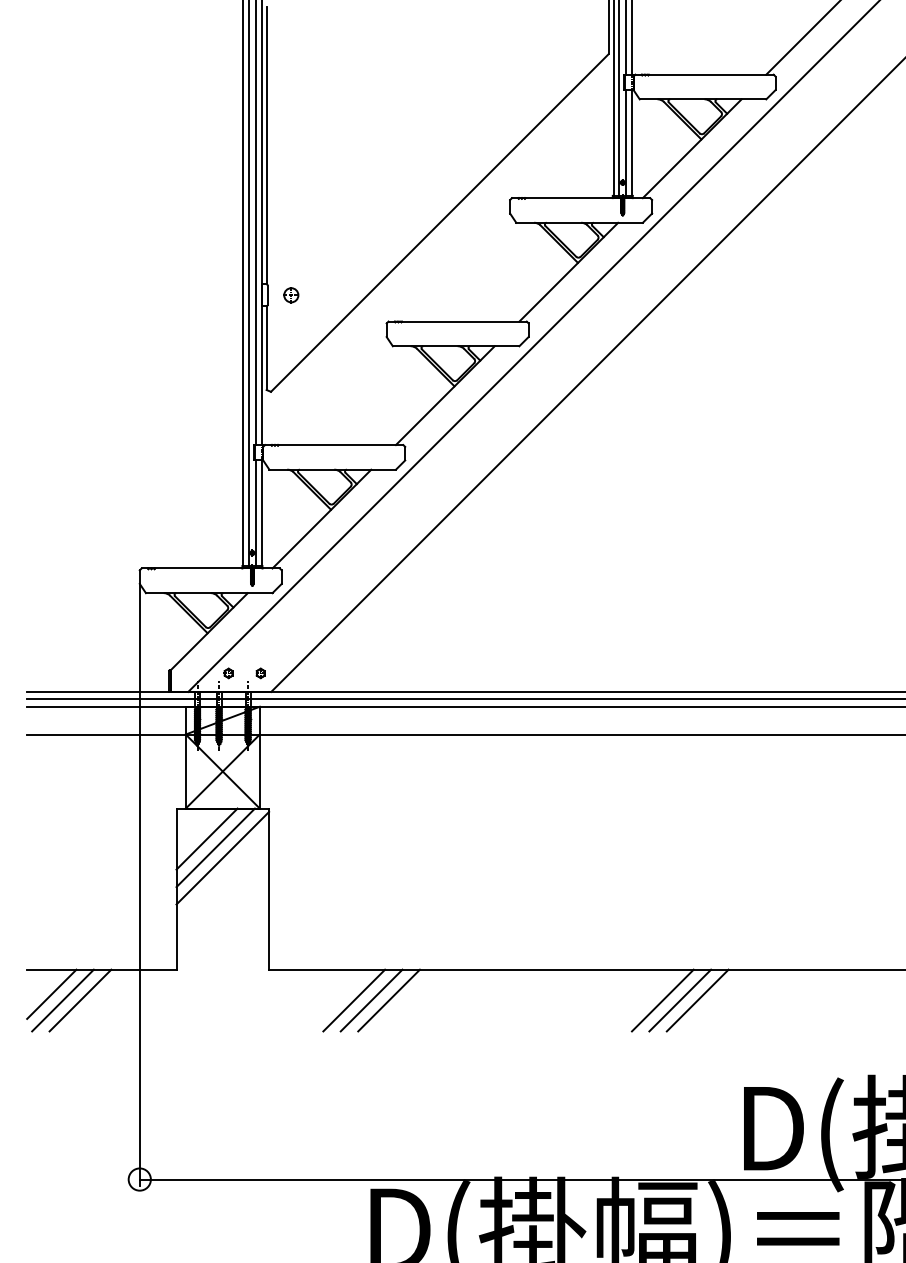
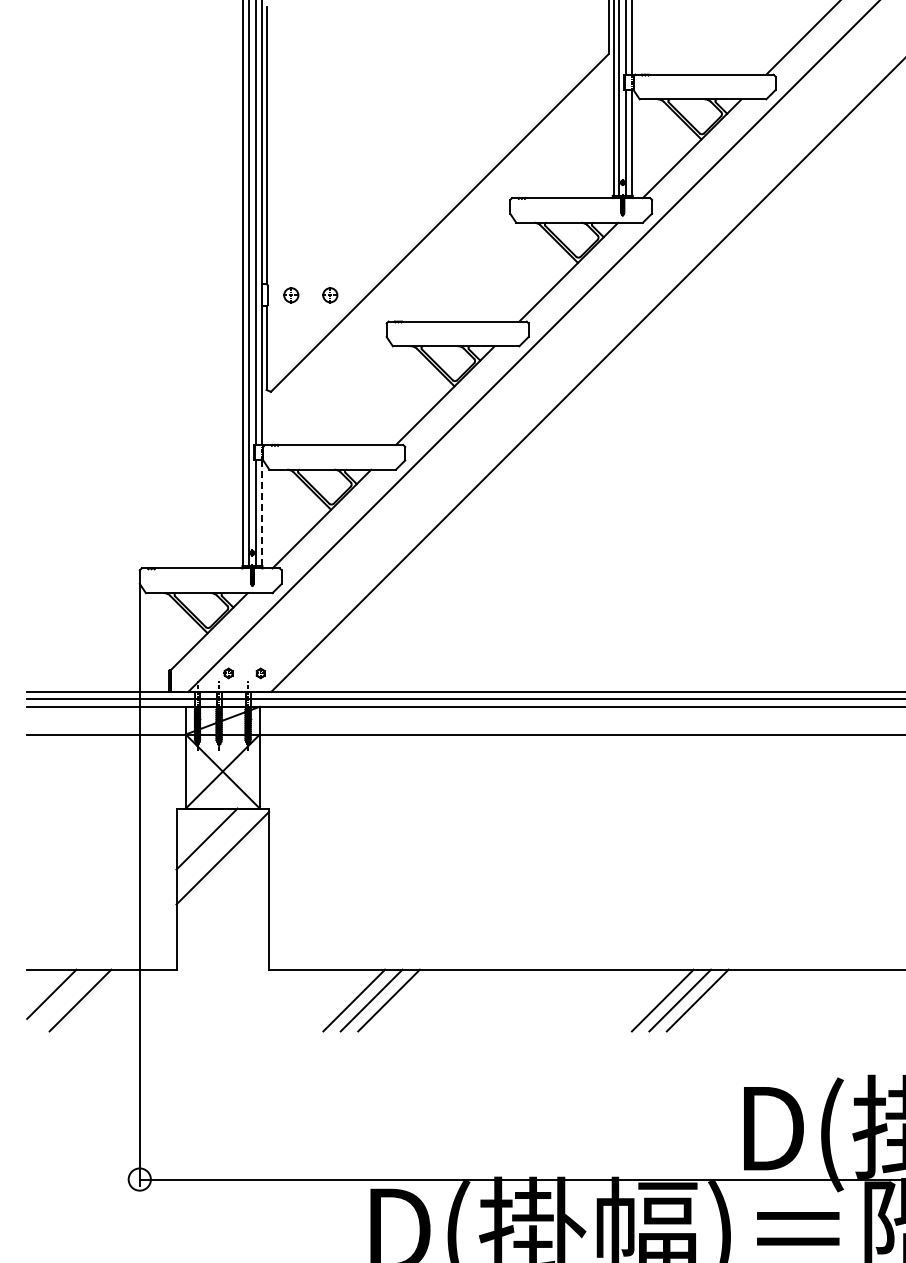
part at (330, 295): none -> present
line at (261, 513): solid -> dashed
line at (215, 847): present -> none
line at (62, 1000): present -> none
